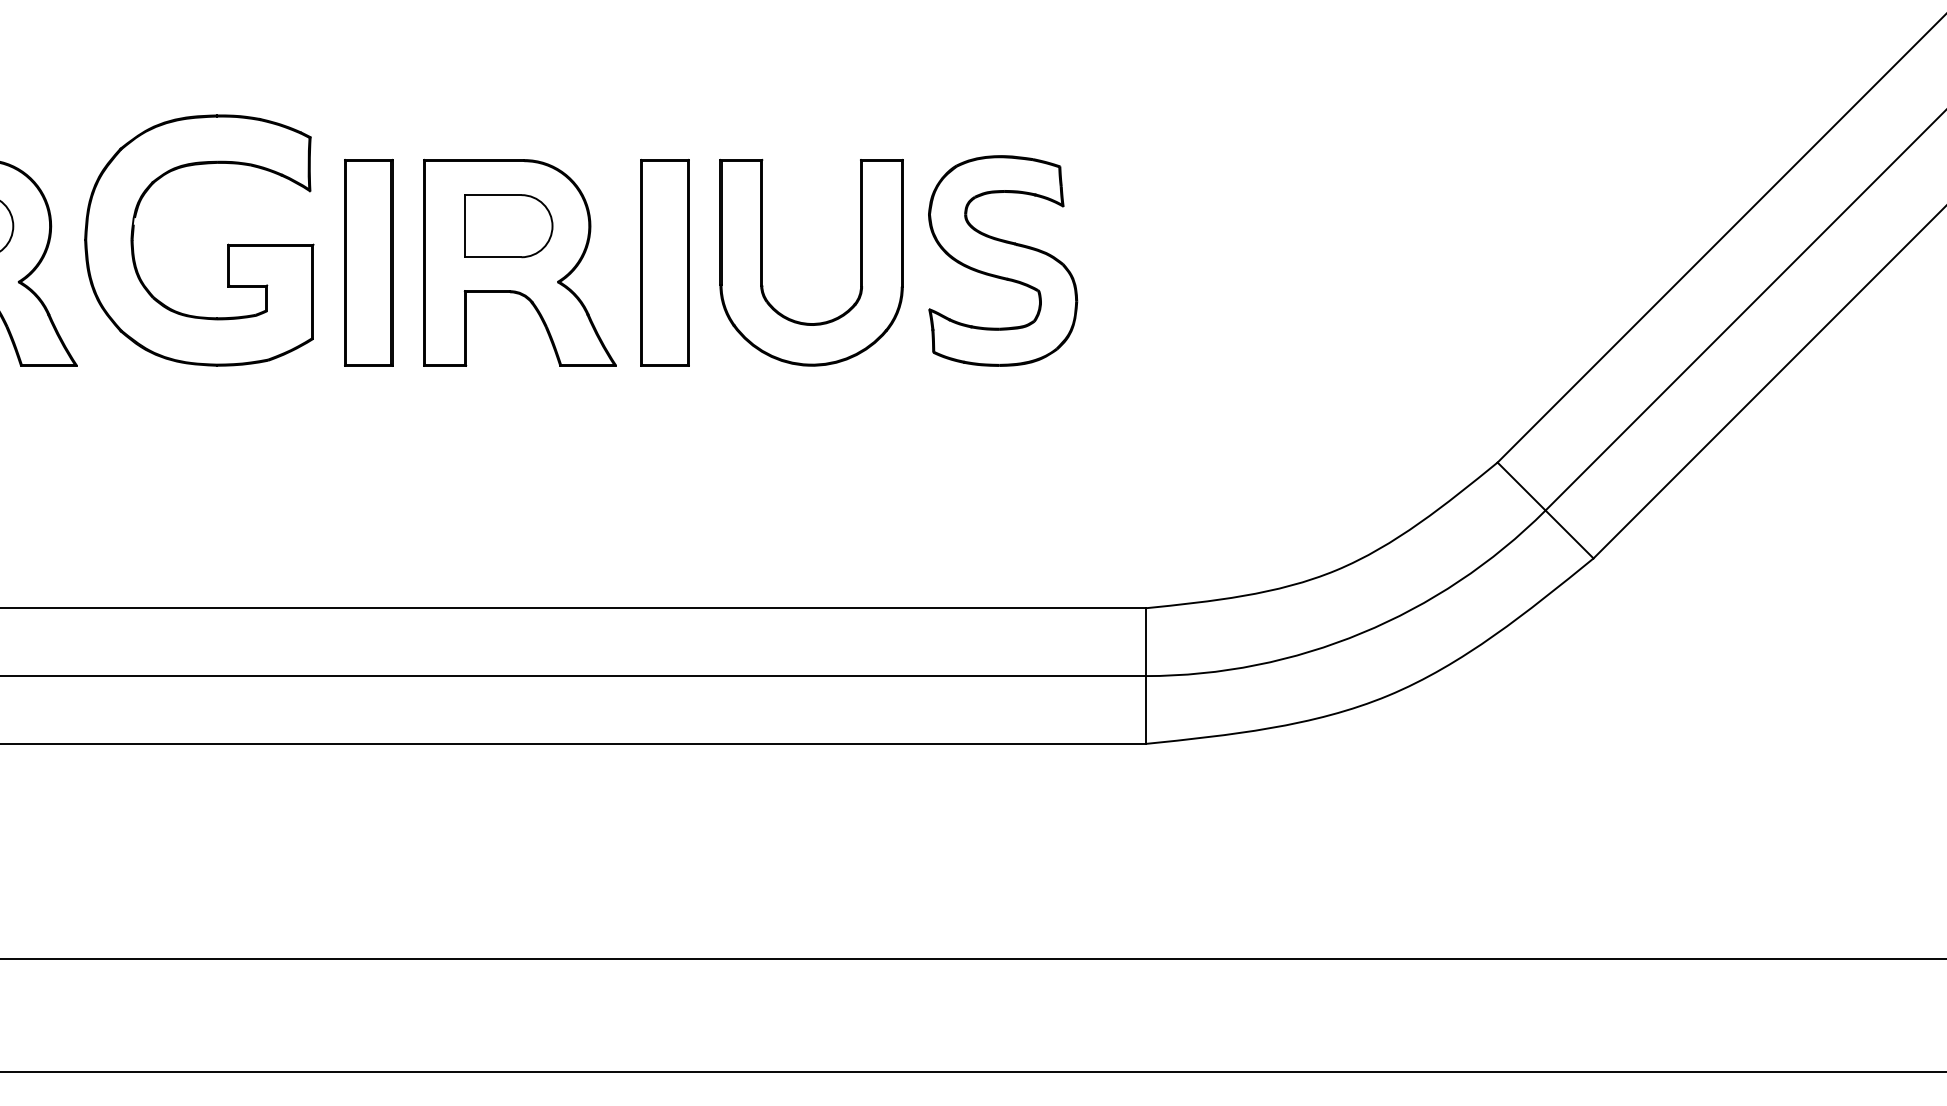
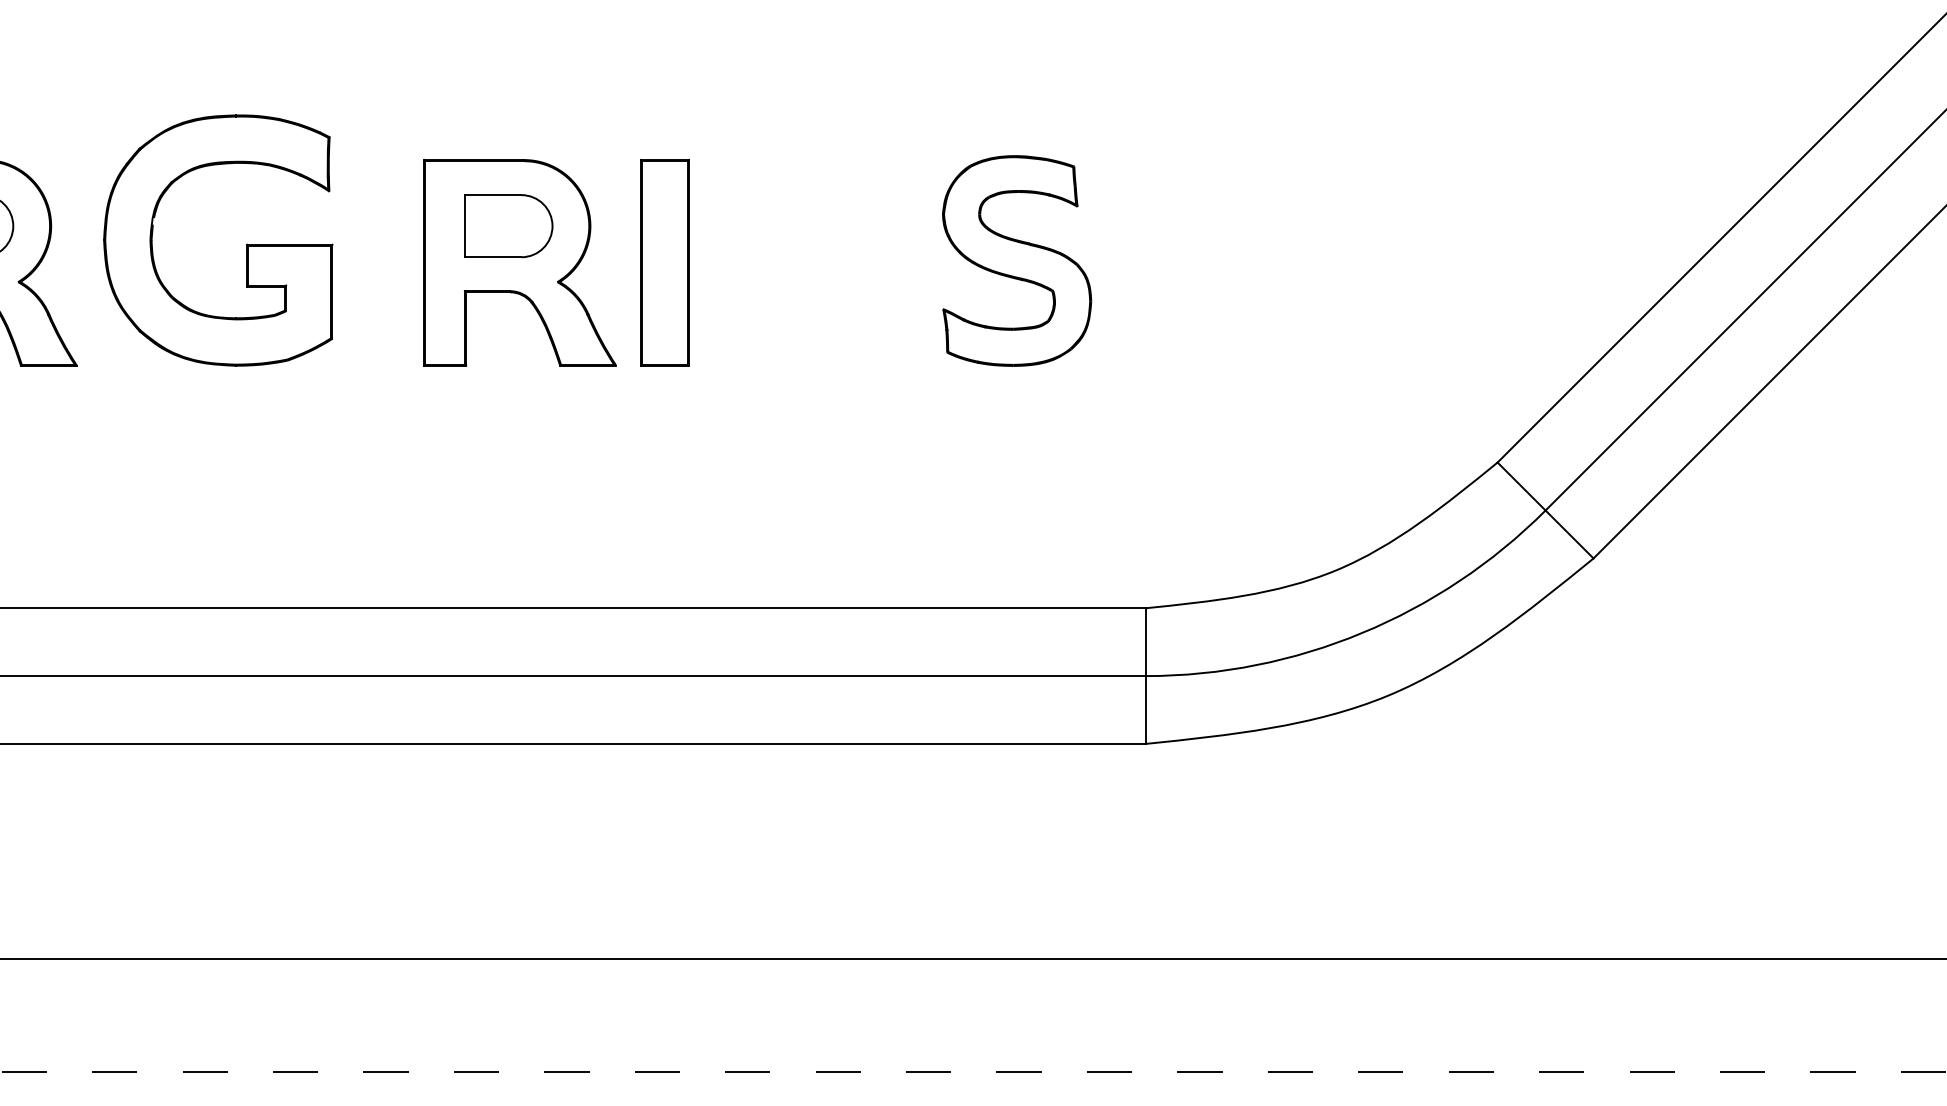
part at (227, 244) position: (227, 244) -> (246, 244)
part at (1003, 260) position: (1003, 260) -> (1017, 260)
part at (368, 262): present -> none
part at (762, 262): present -> none
line at (973, 1071): solid -> dashed
